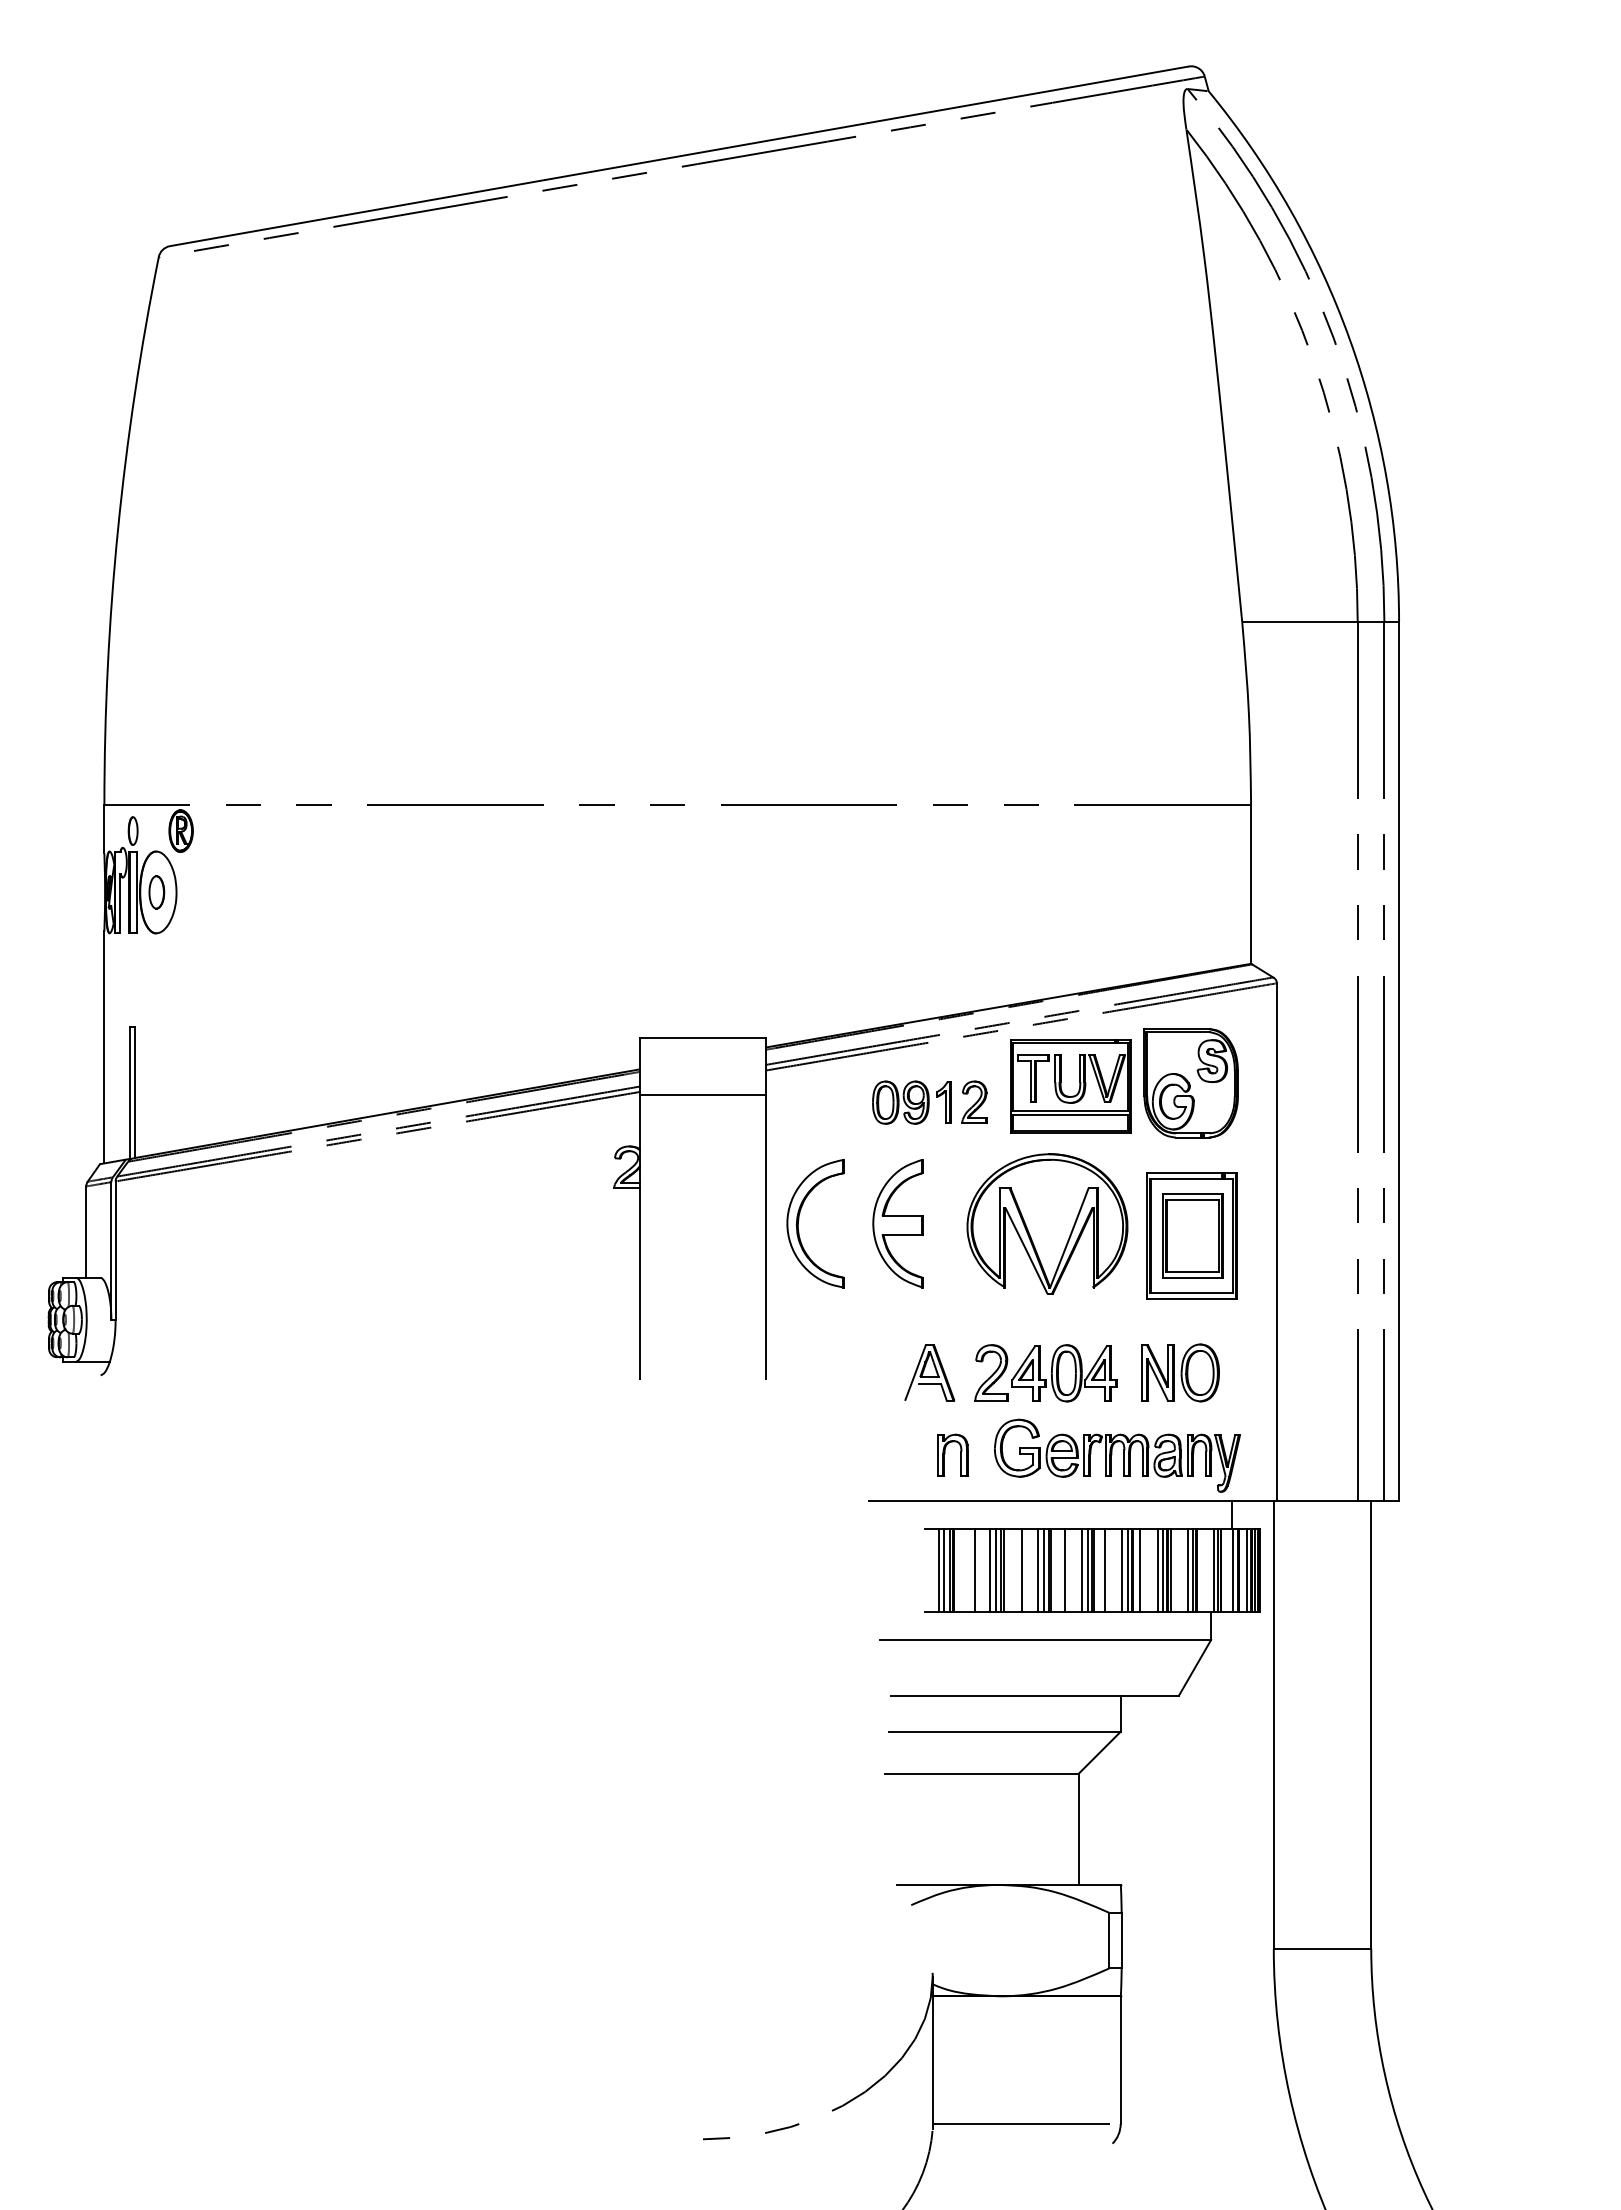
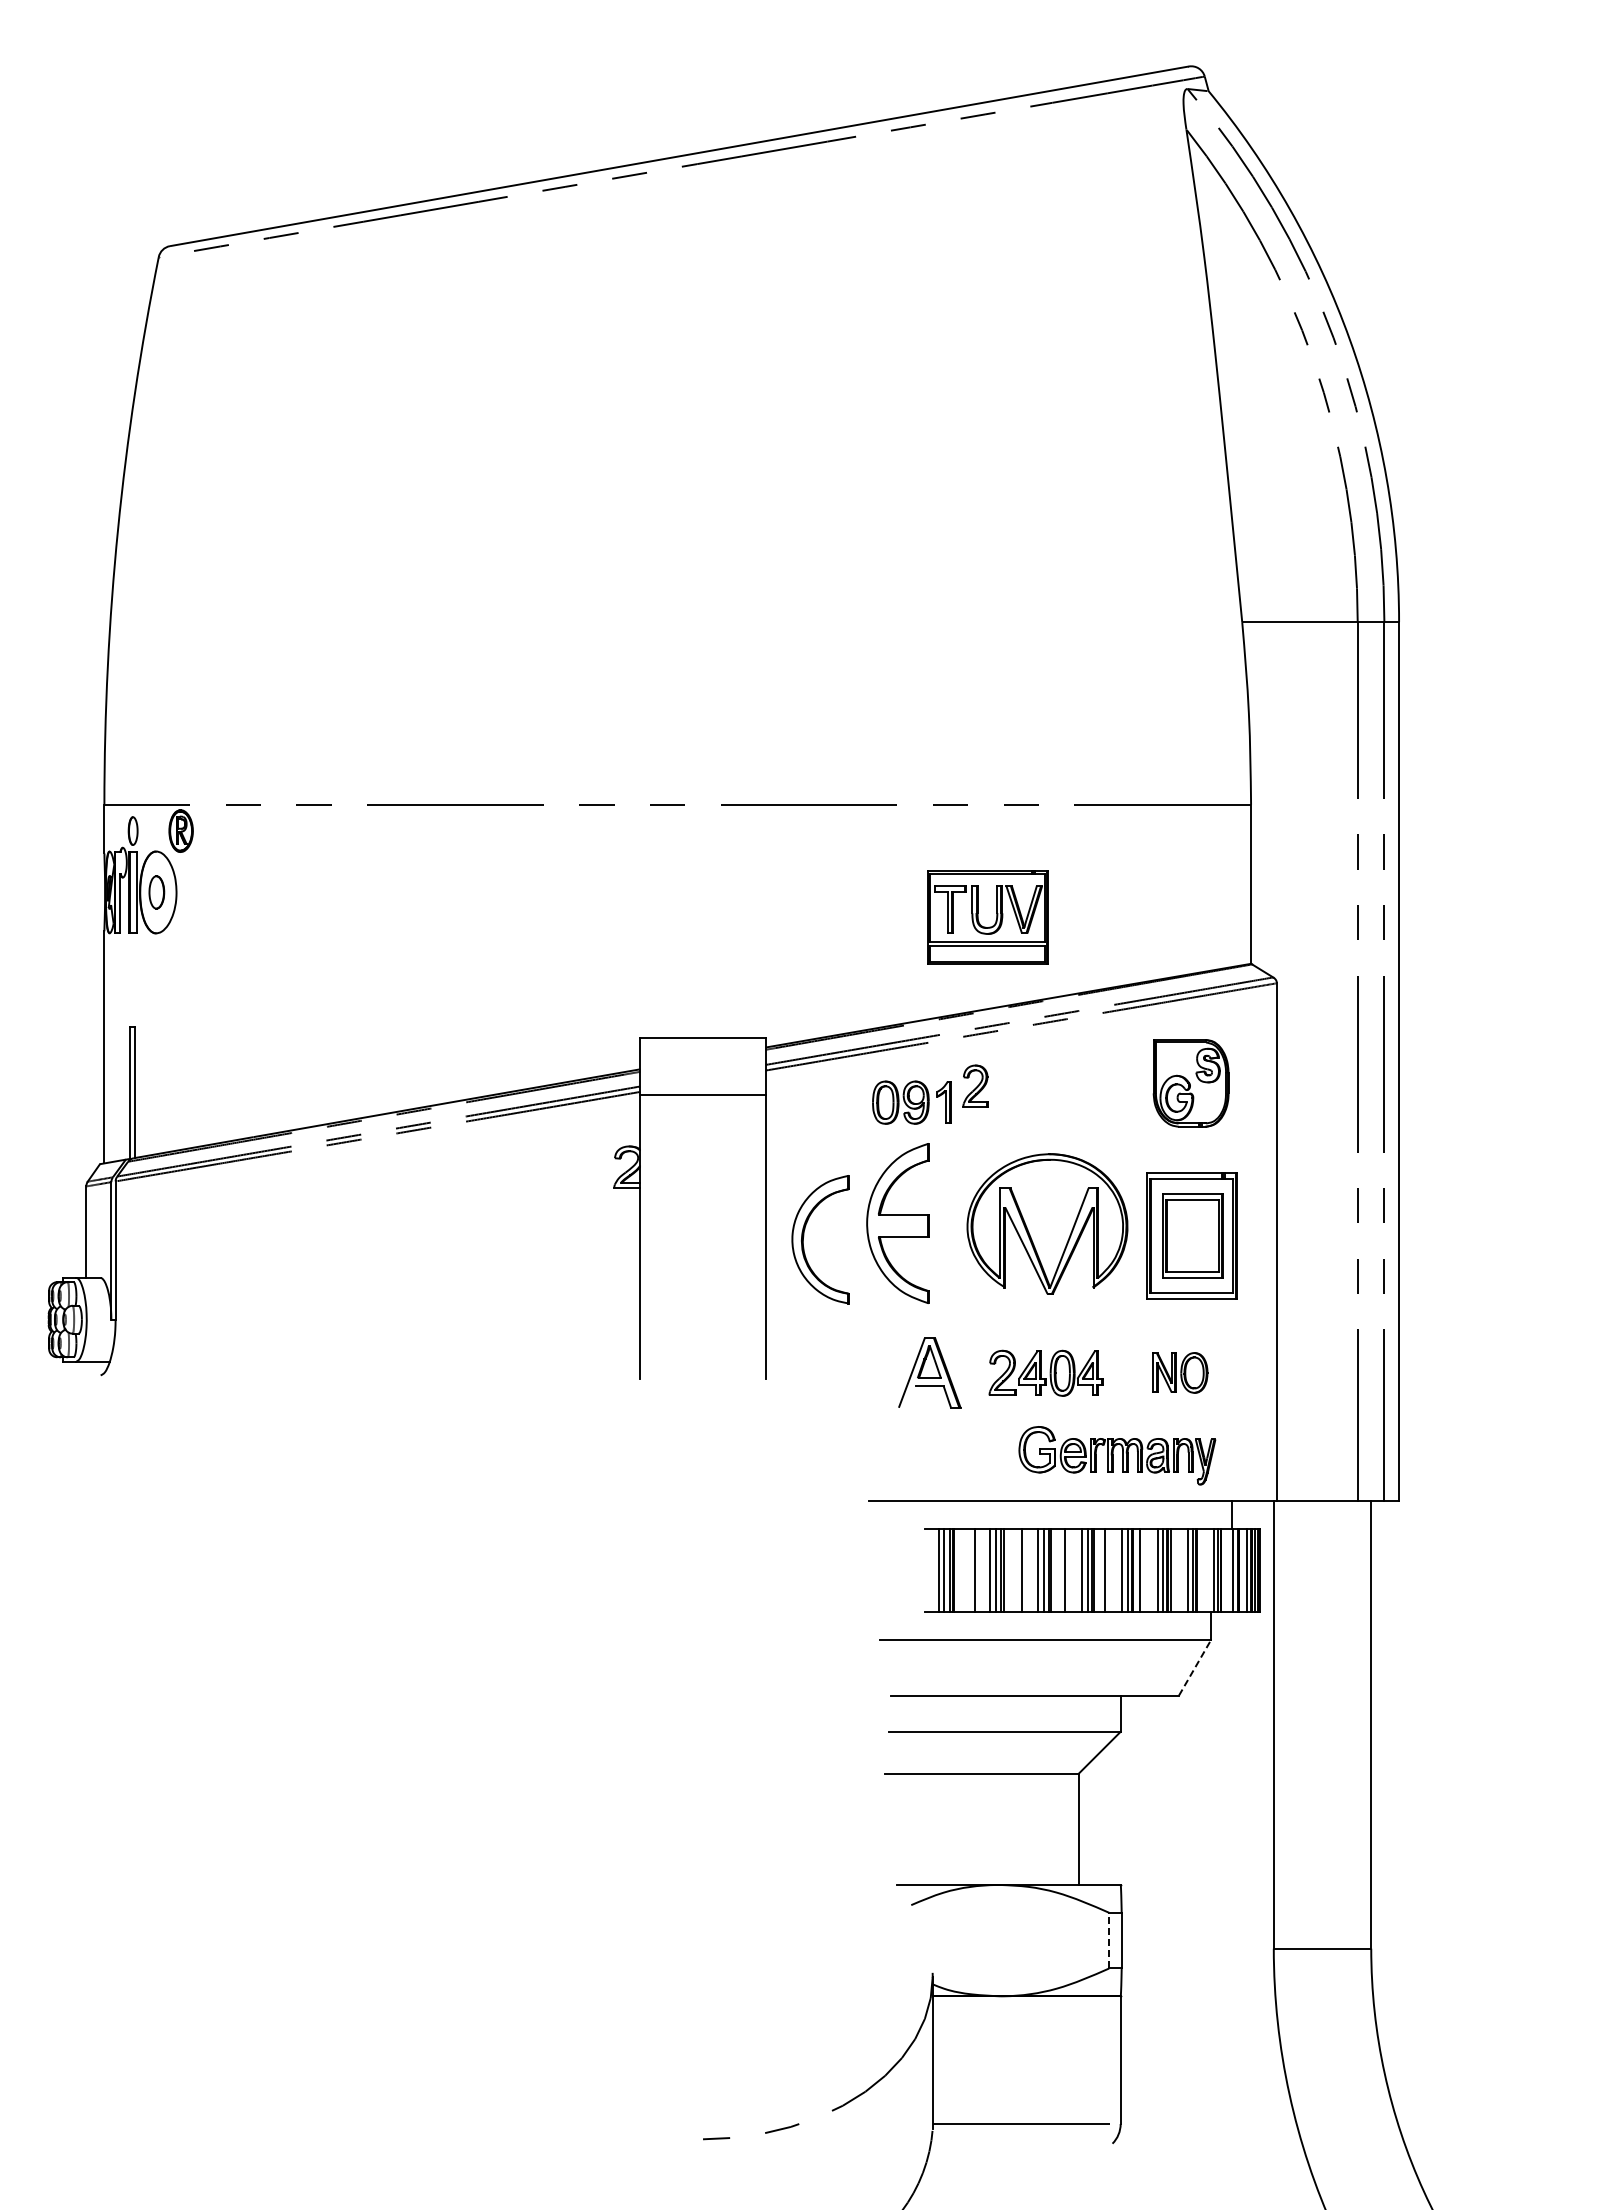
part at (1190, 1083) size: 96x111 px -> 78x89 px
part at (1070, 1086) position: (1070, 1086) -> (987, 917)
part at (974, 1101) position: (974, 1101) -> (975, 1085)
part at (799, 1220) position: (799, 1220) -> (804, 1236)
part at (897, 1223) size: 52x130 px -> 64x161 px
part at (929, 1372) size: 52x58 px -> 64x72 px
part at (1180, 1372) size: 79x60 px -> 57x42 px
part at (1045, 1373) size: 144x59 px -> 116x48 px
part at (945, 1454): present -> none
part at (1117, 1455) size: 247x75 px -> 199x60 px
line at (1195, 1667): solid -> dashed
line at (1109, 1940): solid -> dashed
